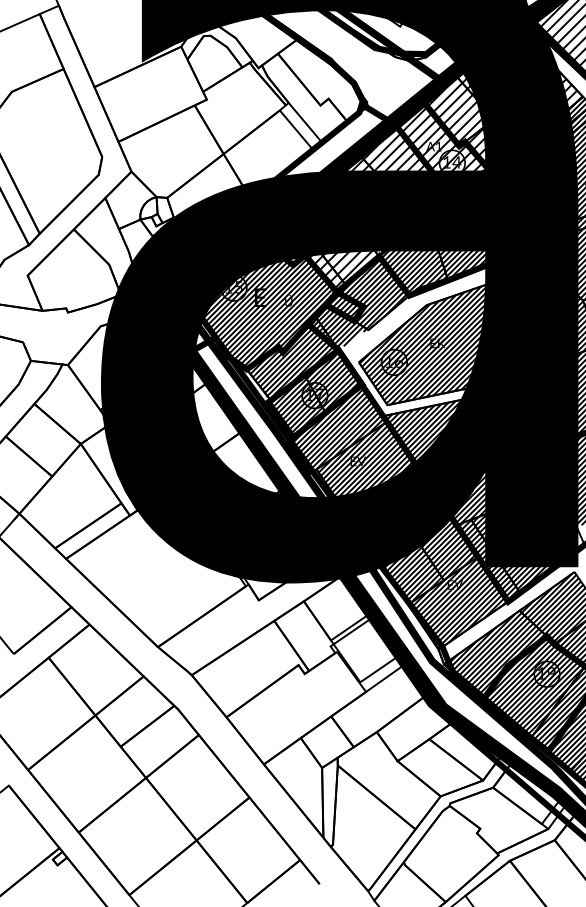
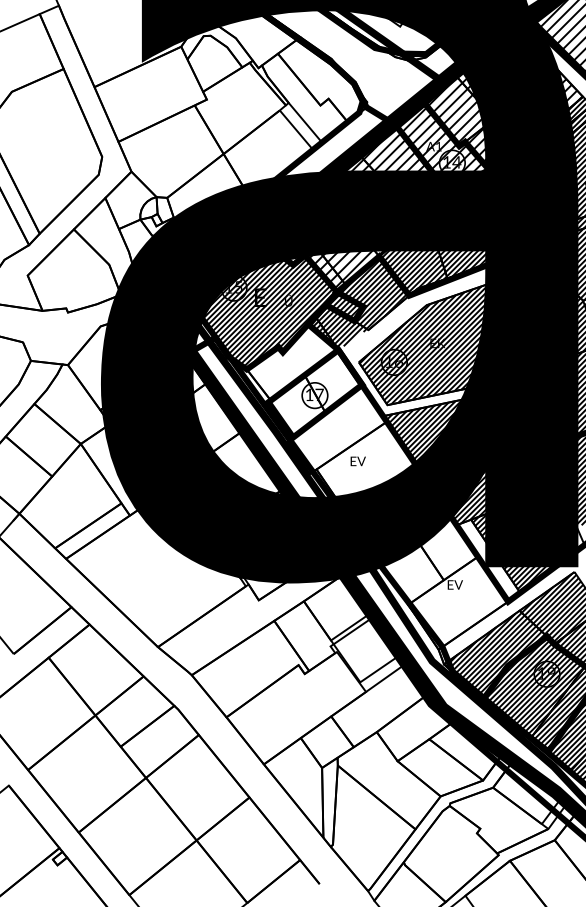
hatch at (382, 486): present -> none
